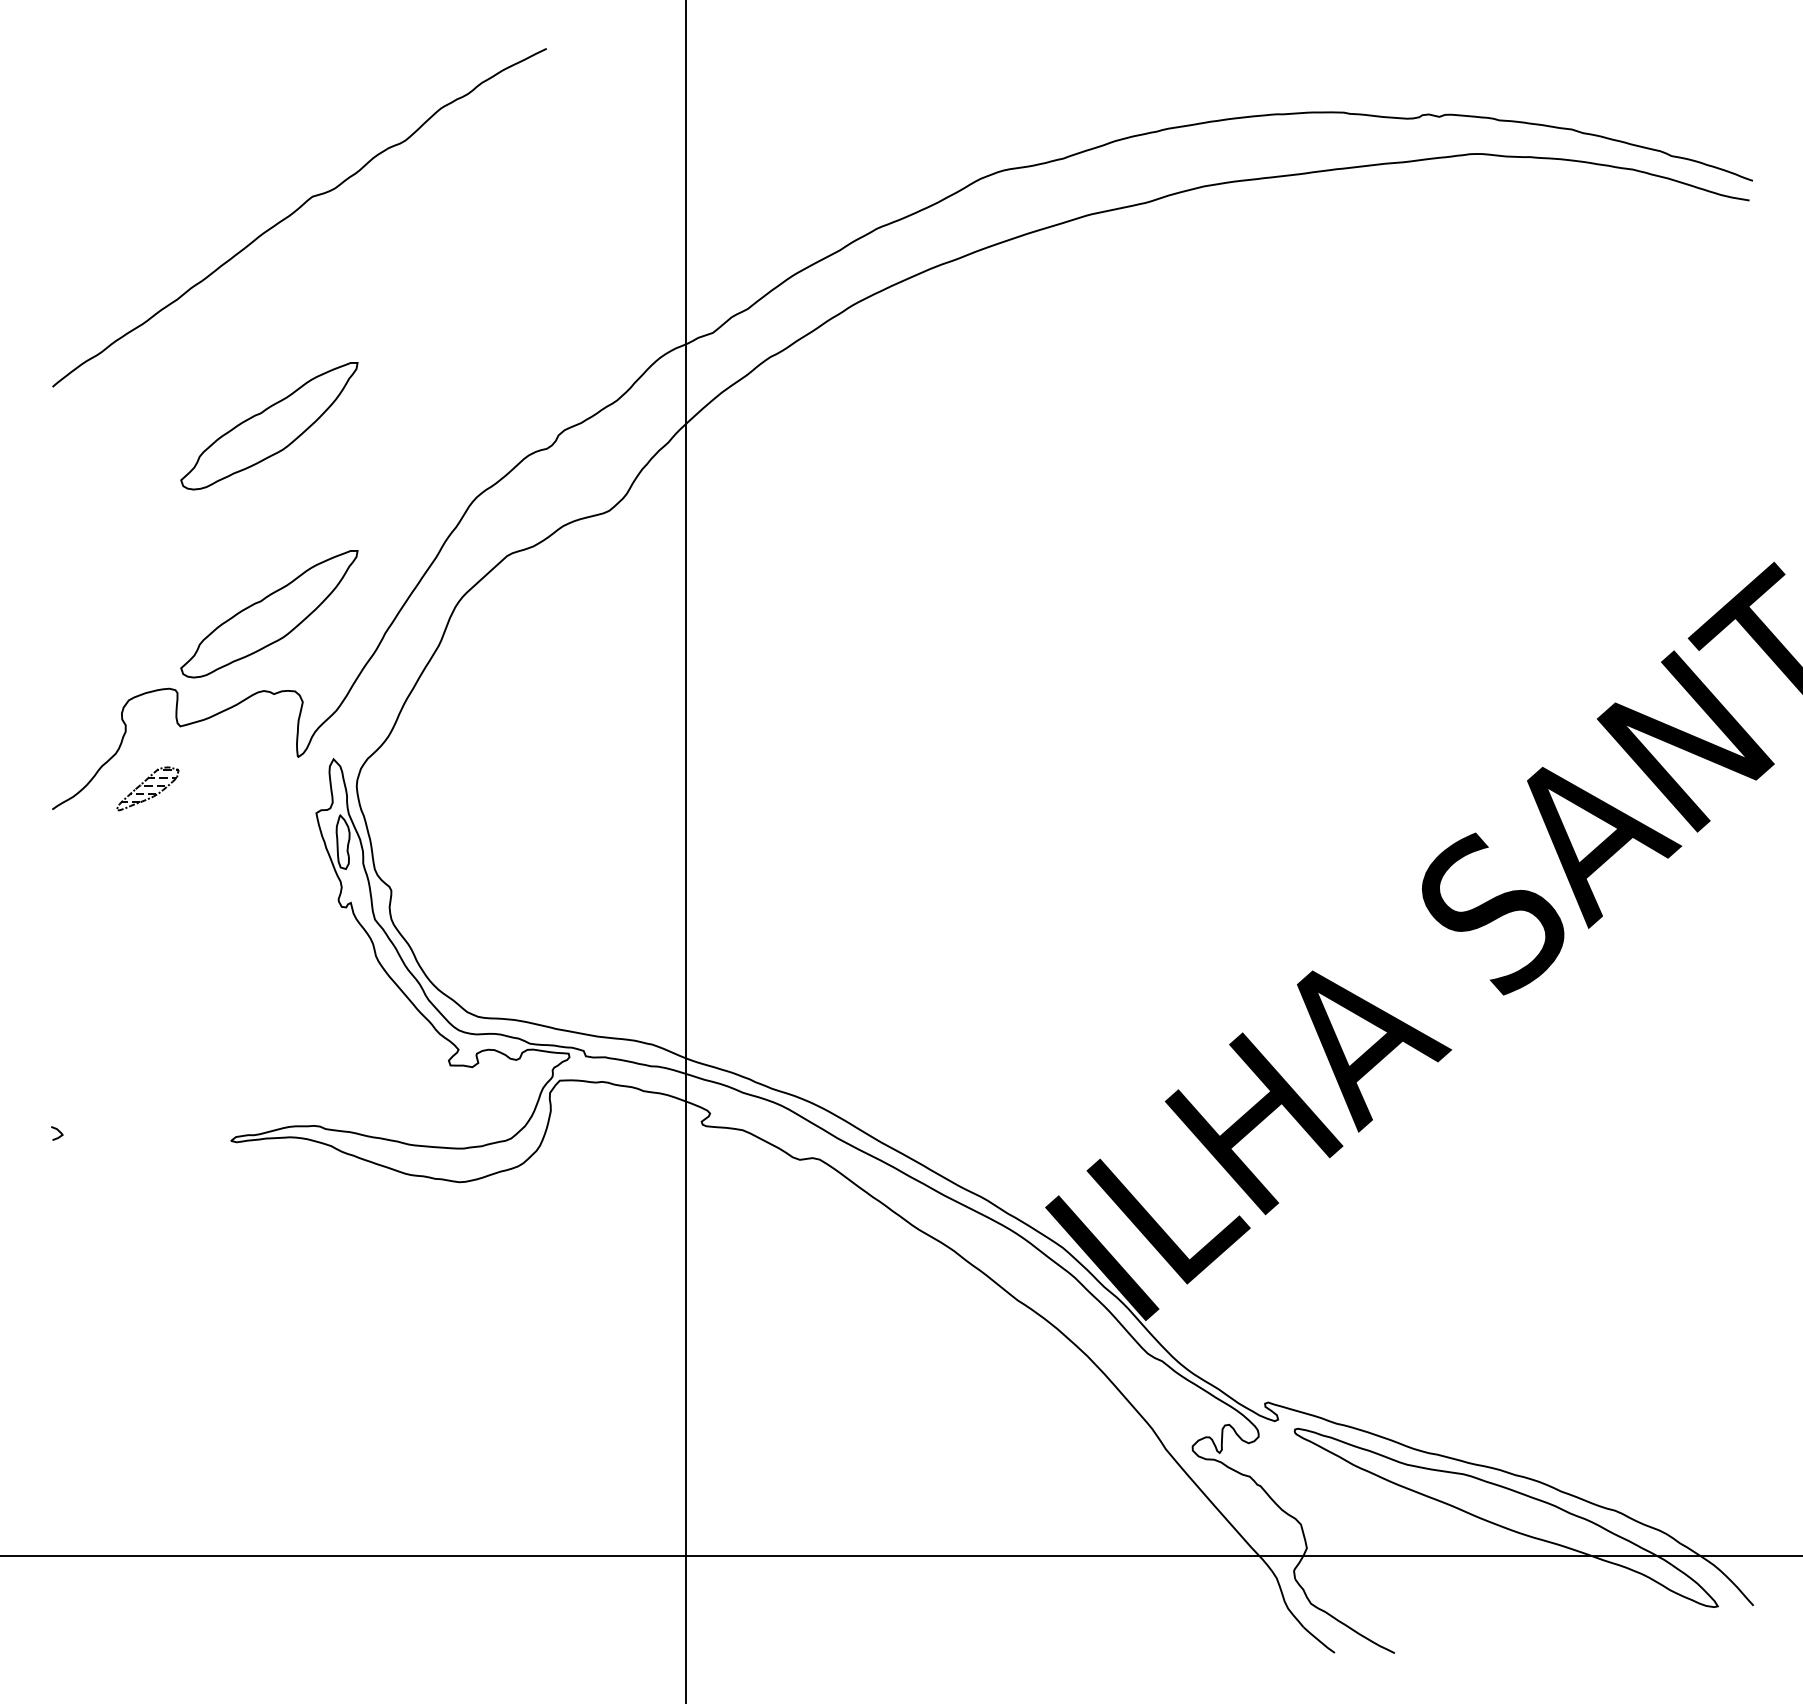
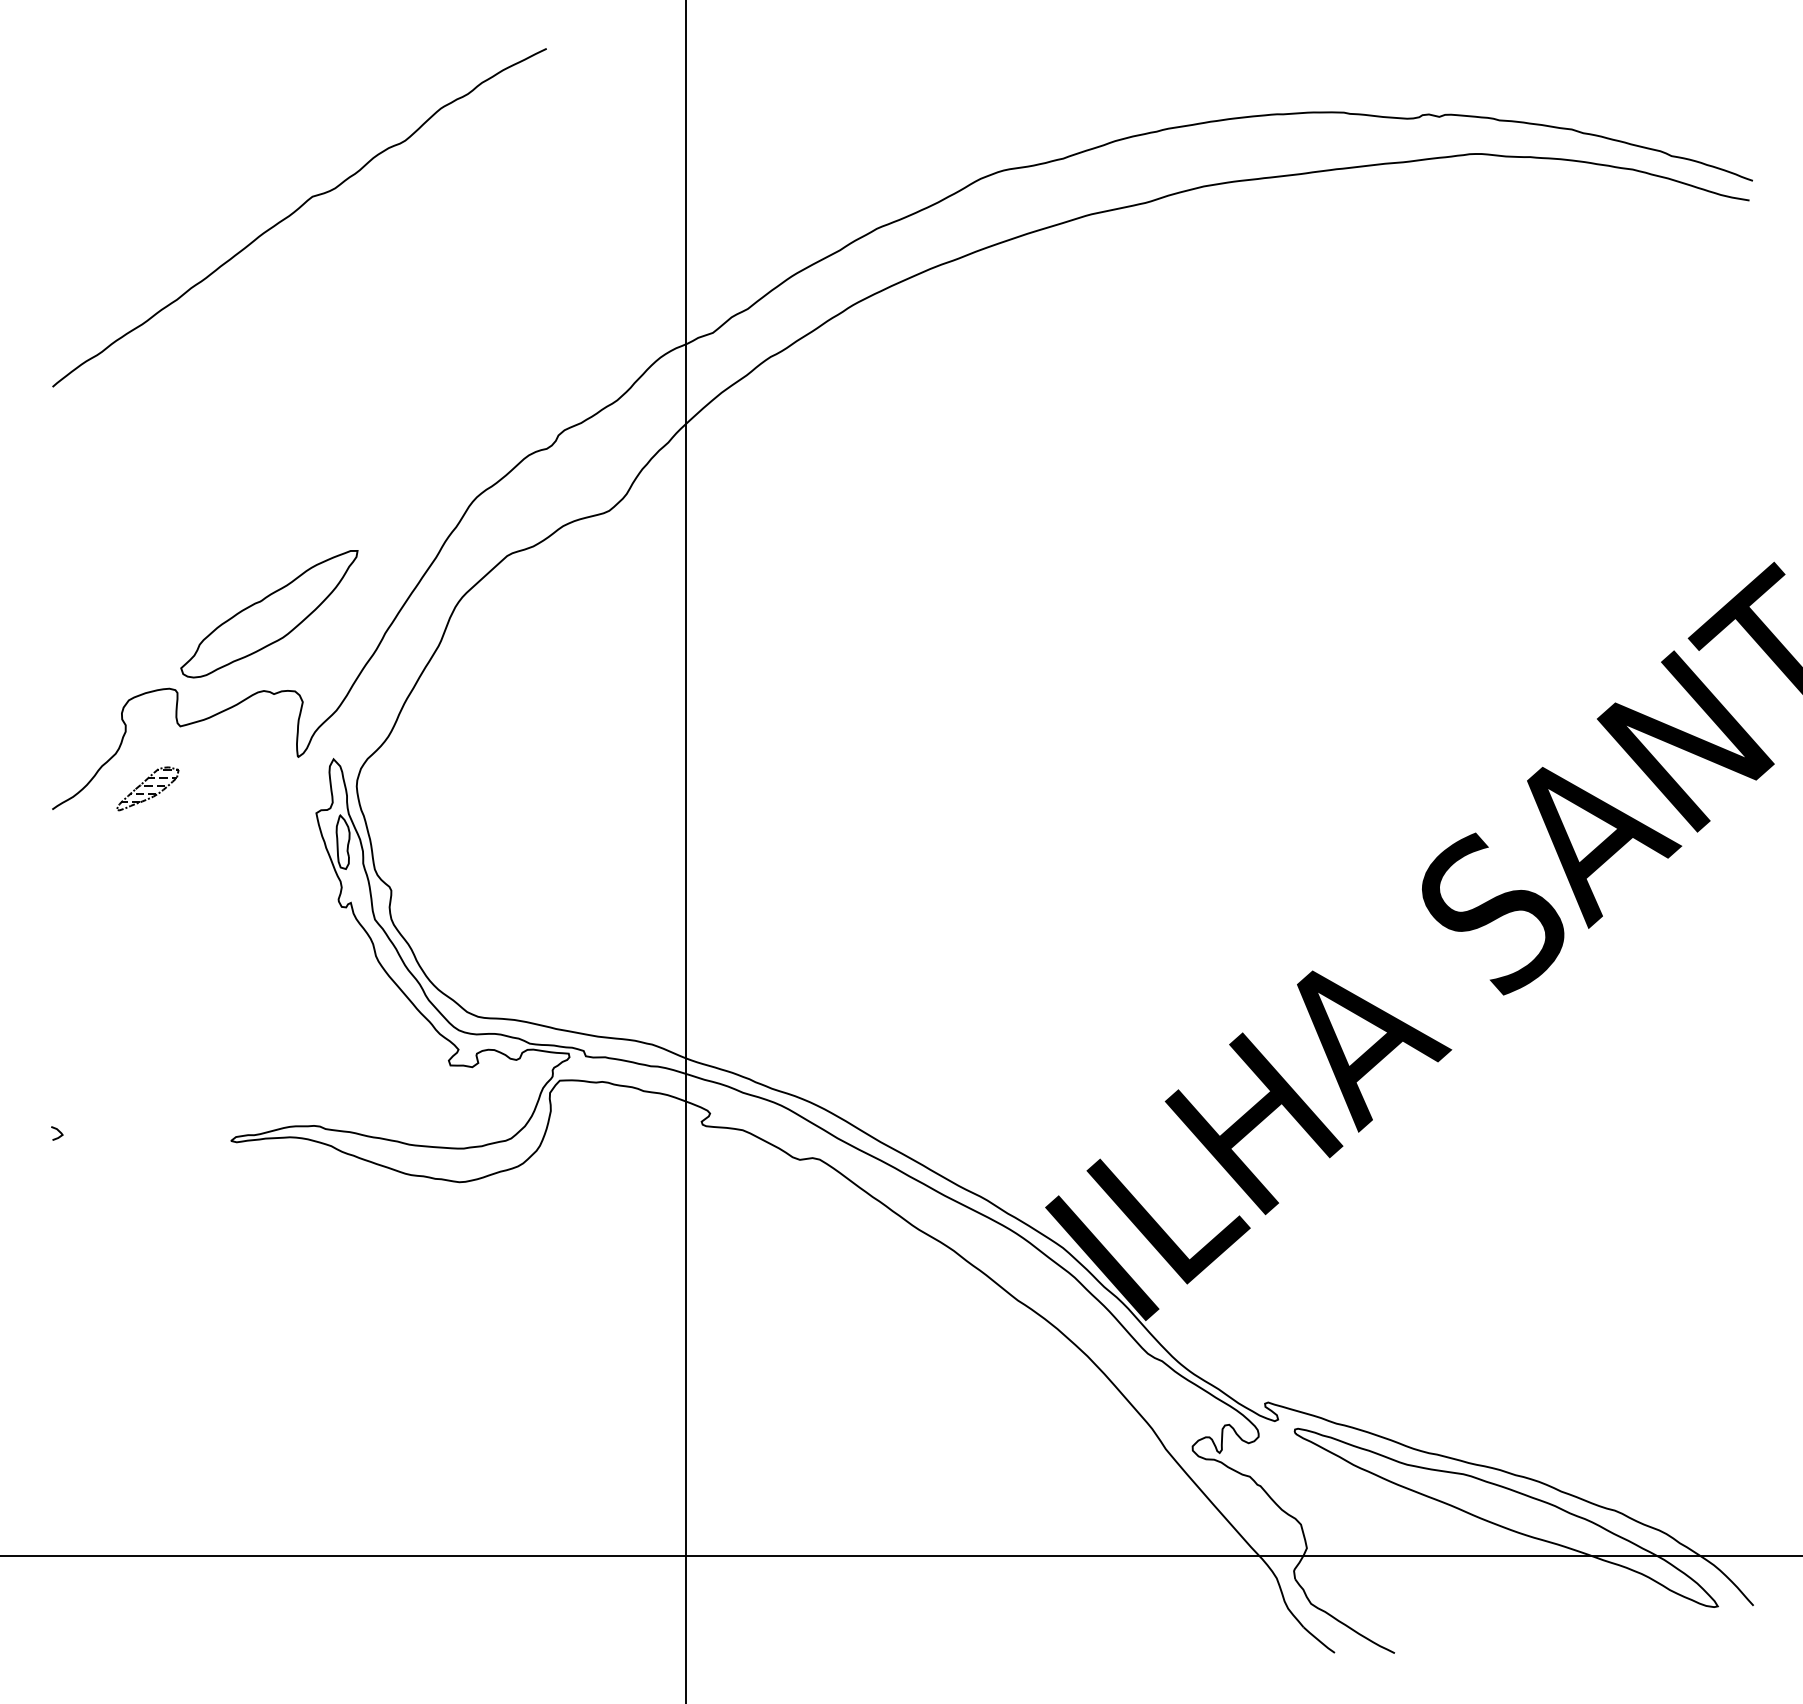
part at (269, 426): present -> none
